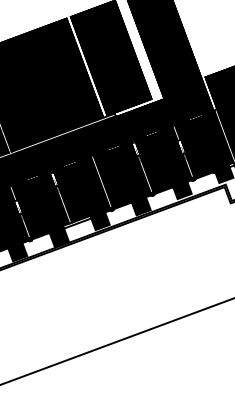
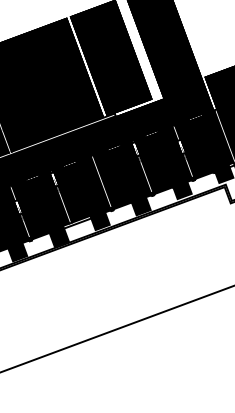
line at (116, 341) position: (116, 341) -> (116, 328)
